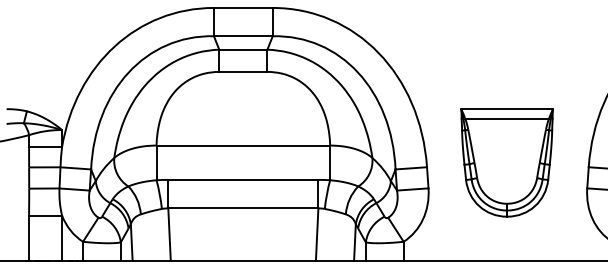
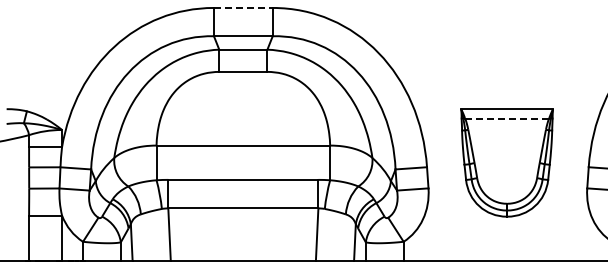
line at (243, 7): solid -> dashed
line at (507, 118): solid -> dashed
